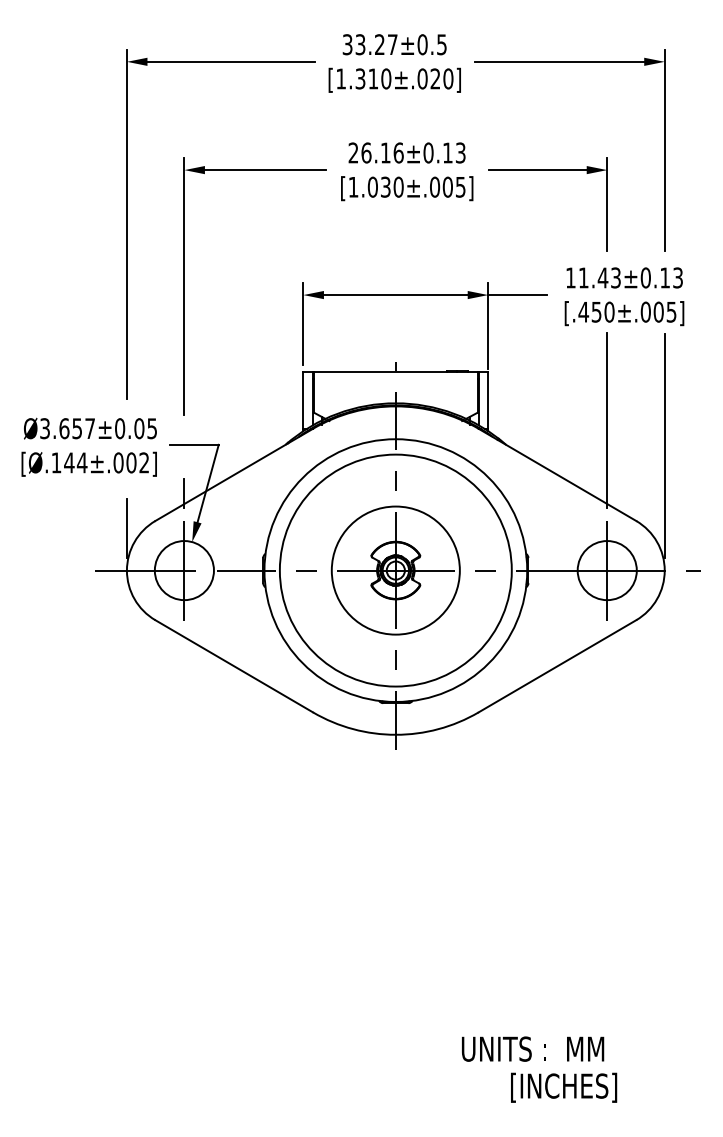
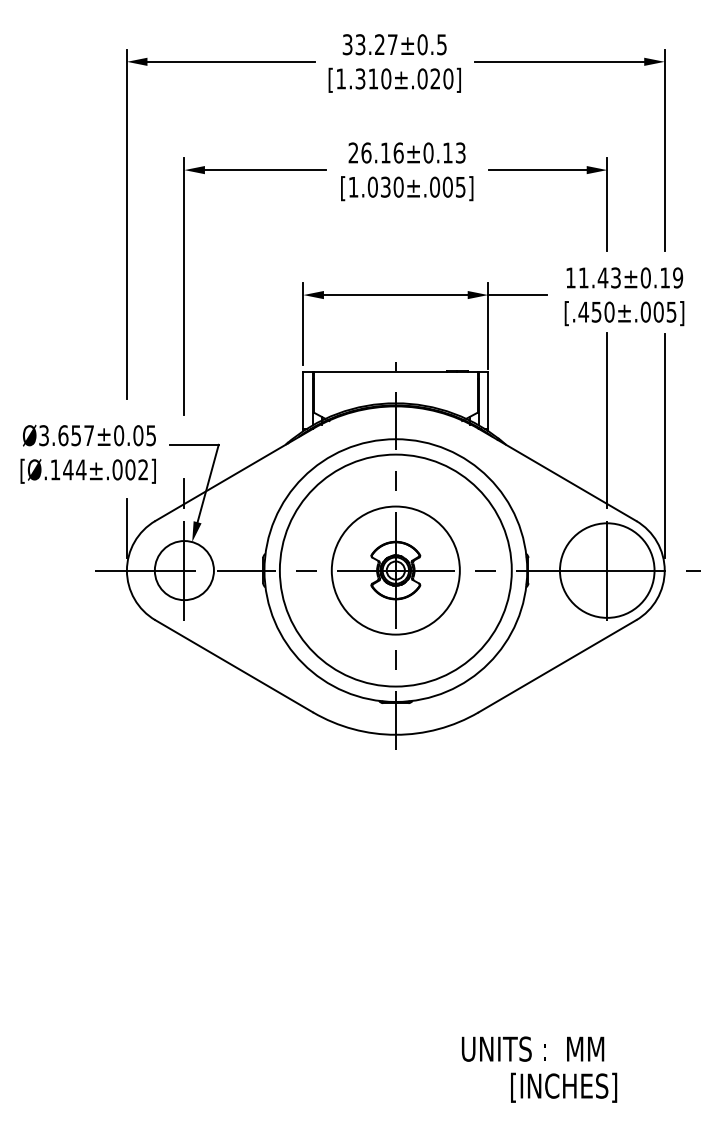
text at (678, 277): 11.43±0.13 -> 11.43±0.19
text at (88, 446) position: (88, 446) -> (87, 453)
circle at (606, 570) diameter: 59 px -> 95 px
